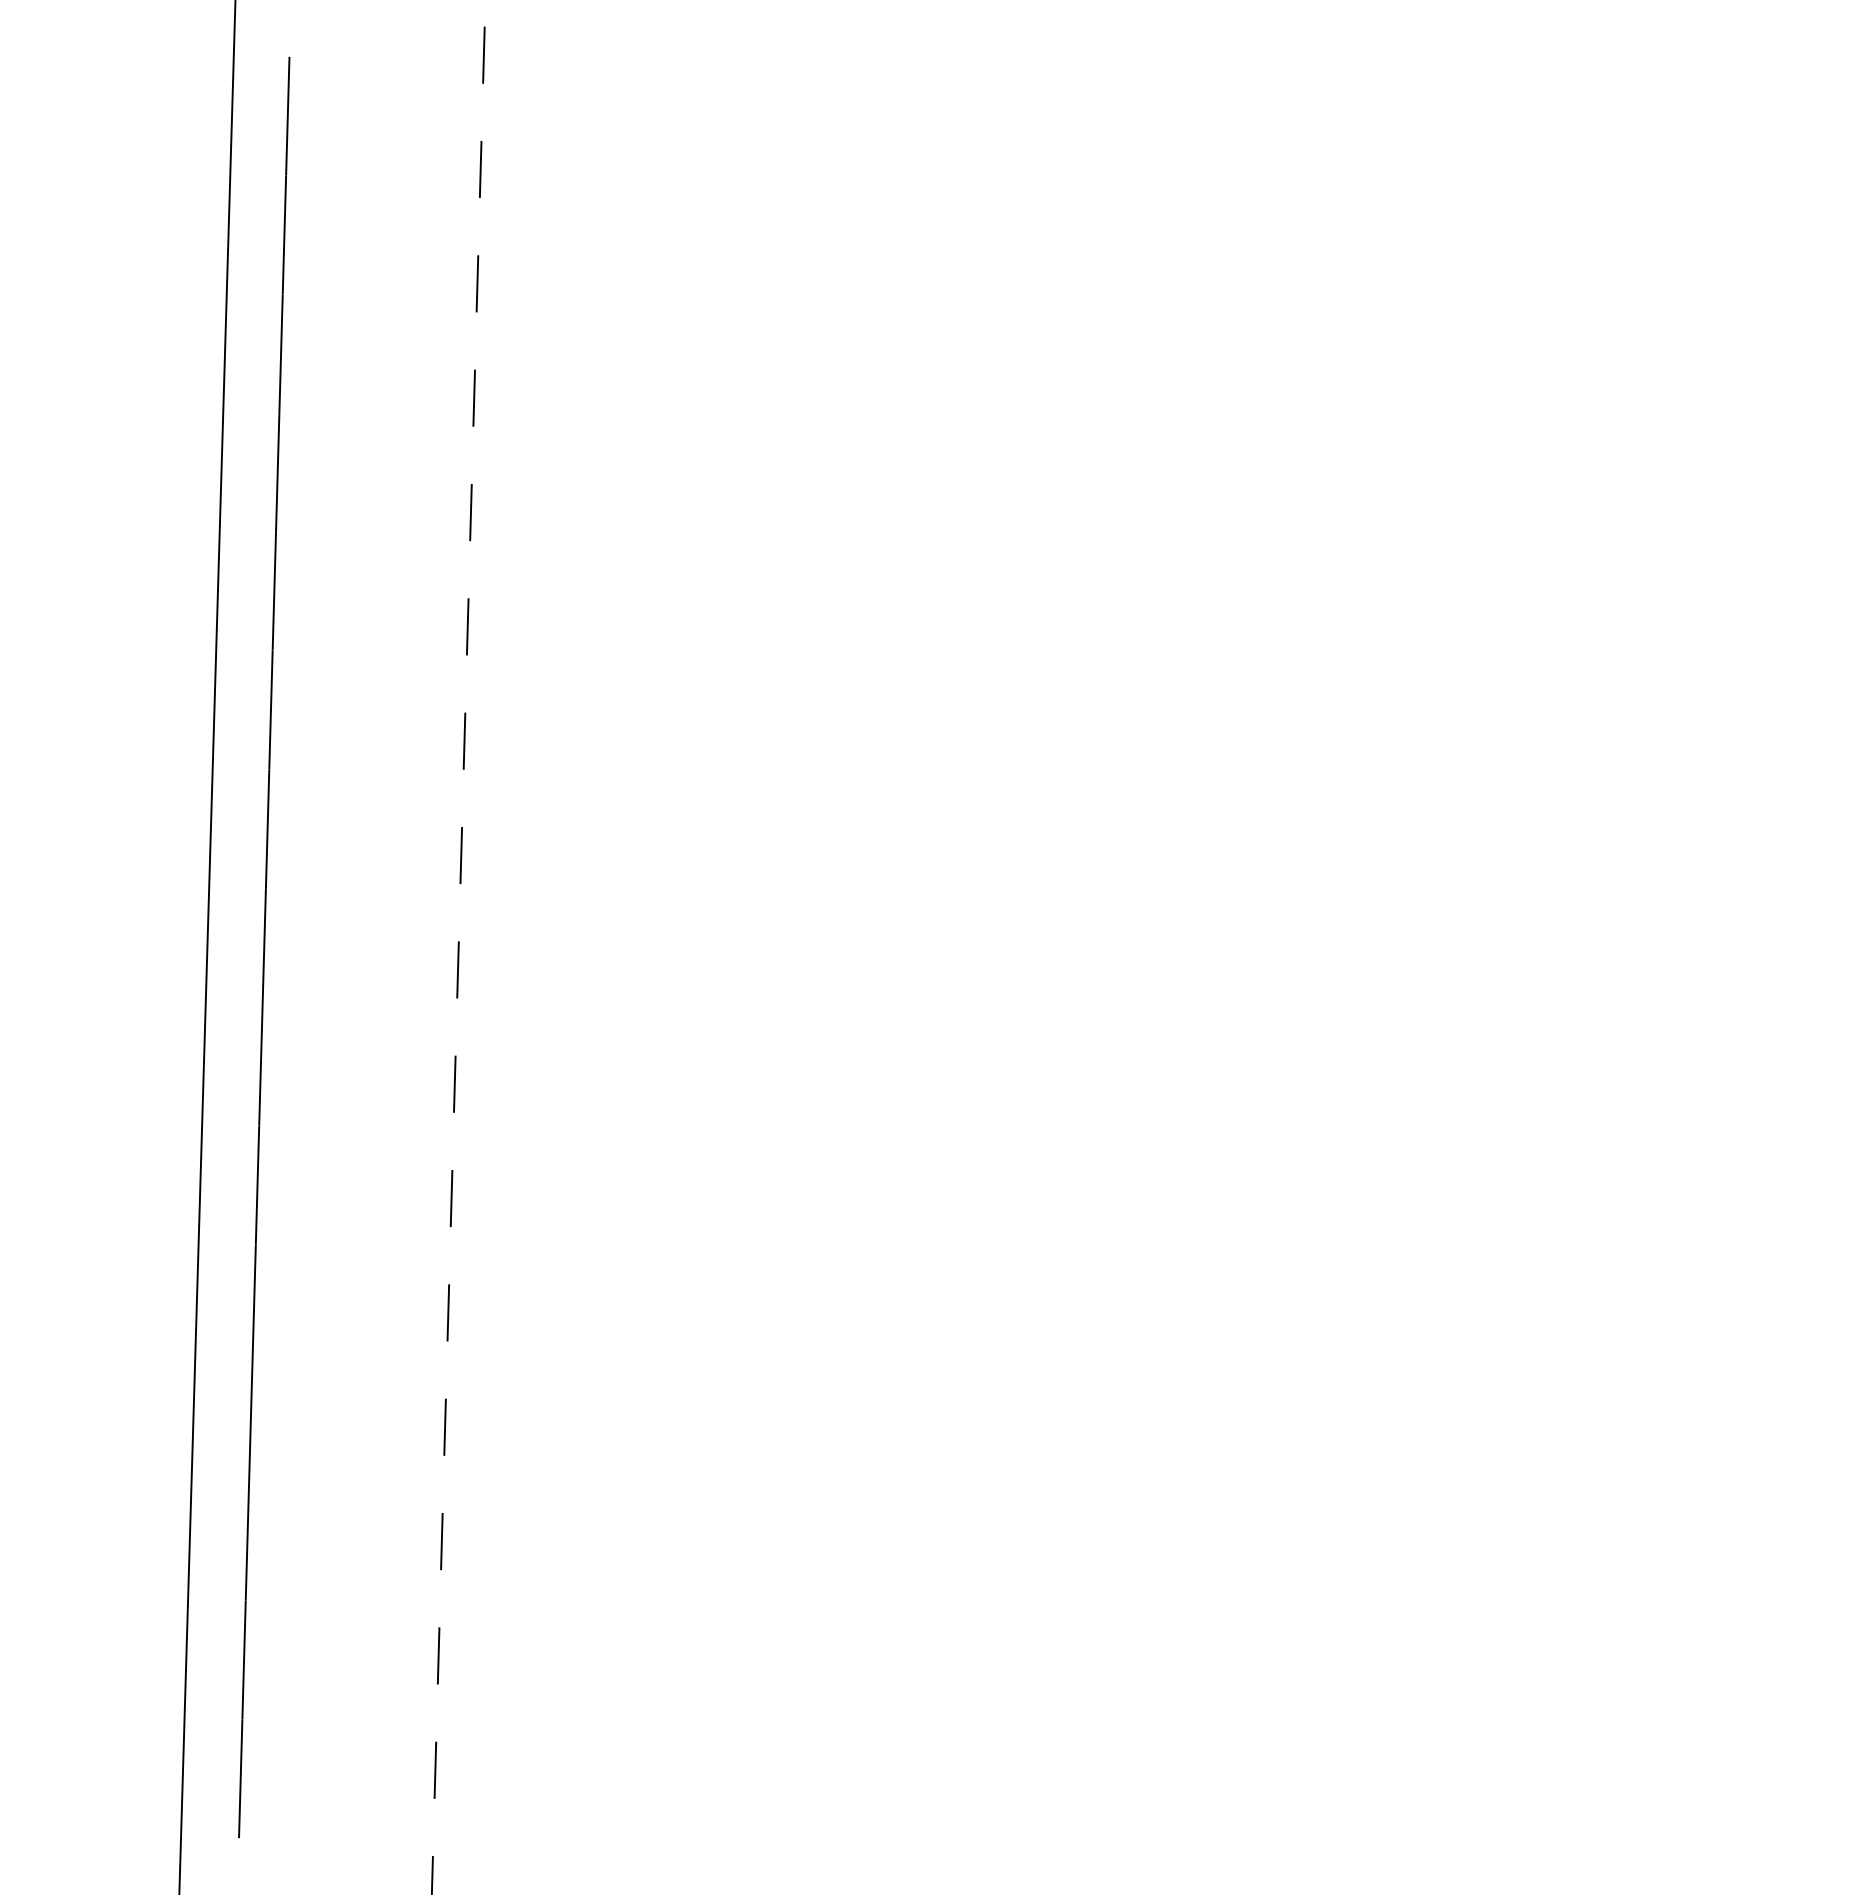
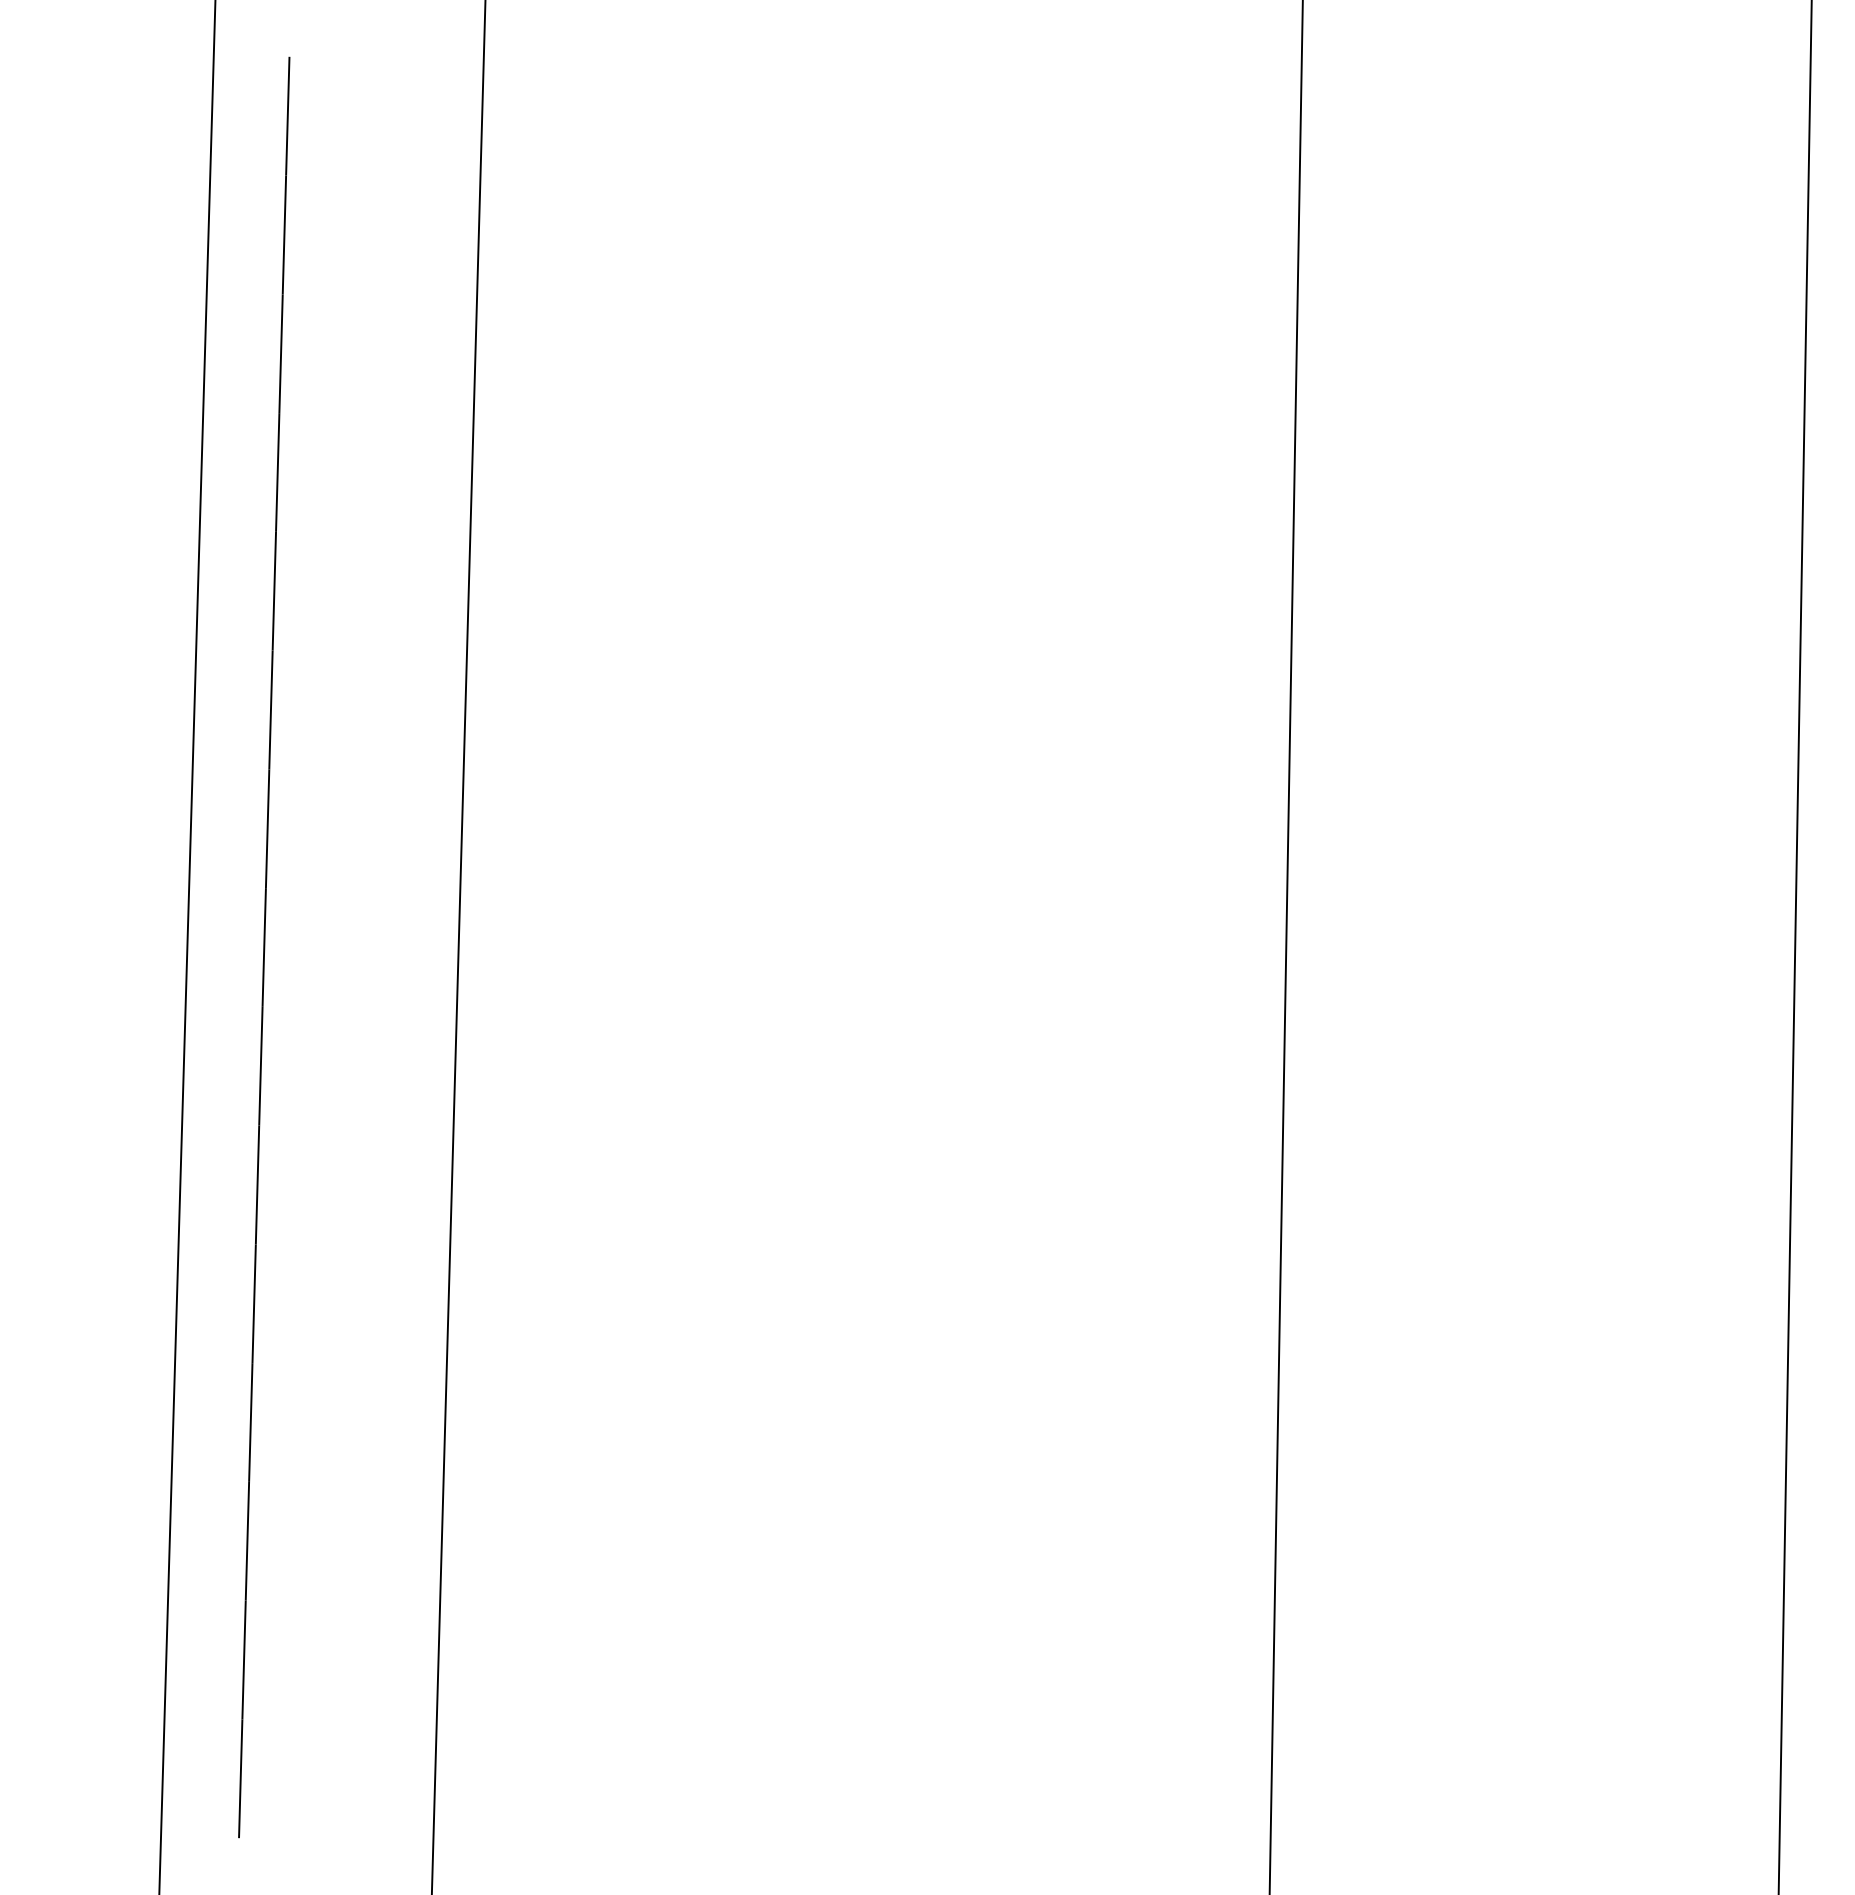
line at (207, 946) position: (207, 946) -> (187, 946)
line at (458, 946): dashed -> solid
line at (1285, 946): none -> present
line at (1794, 946): none -> present
